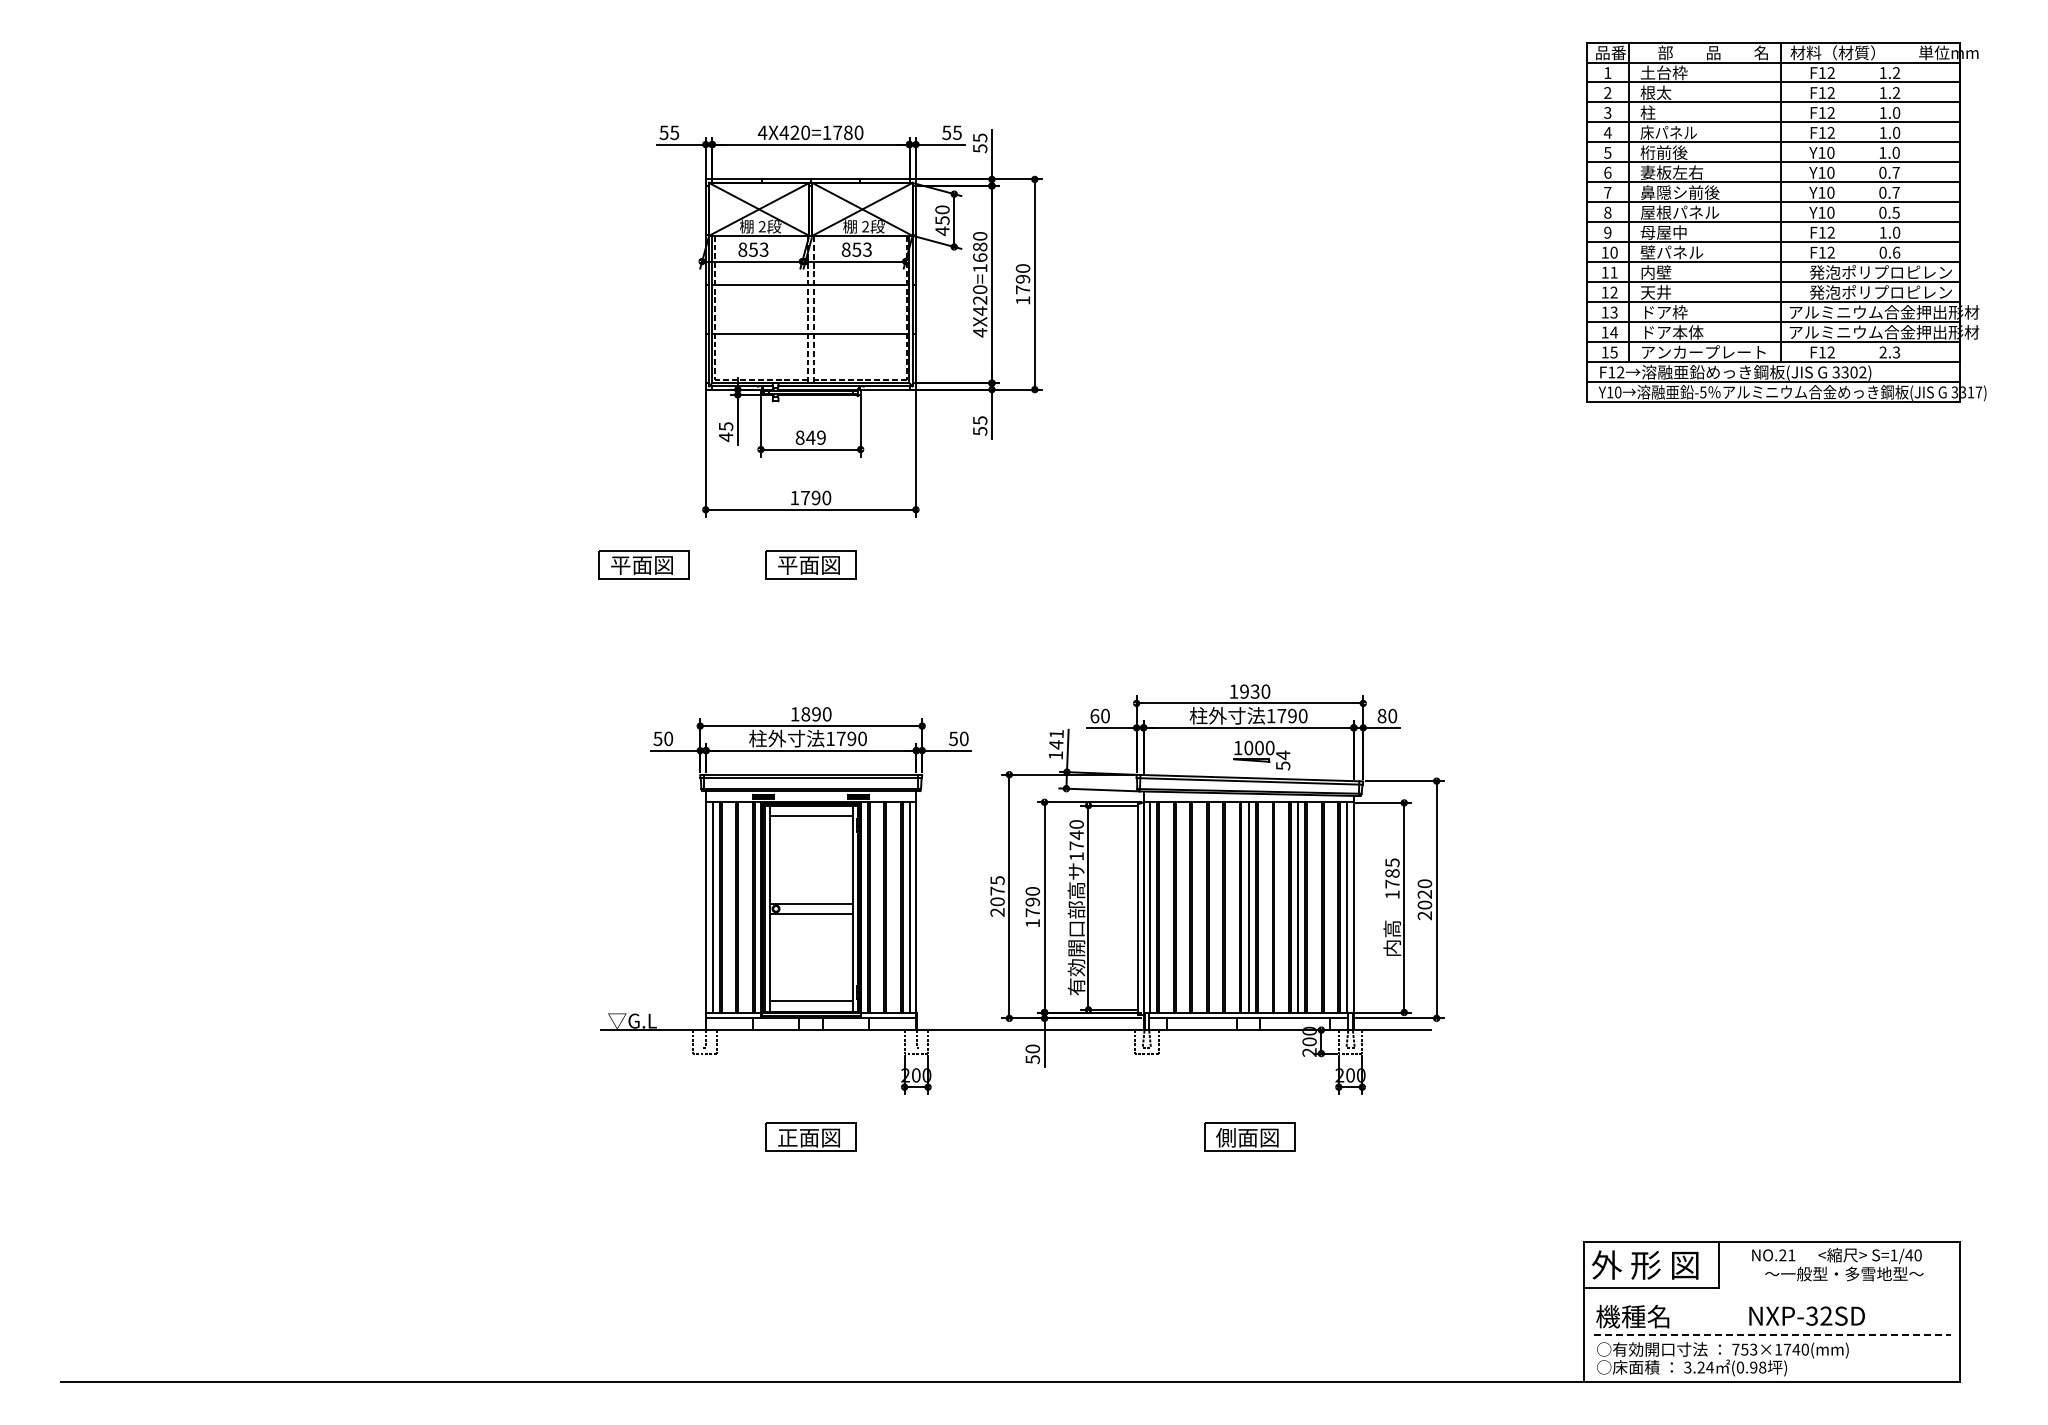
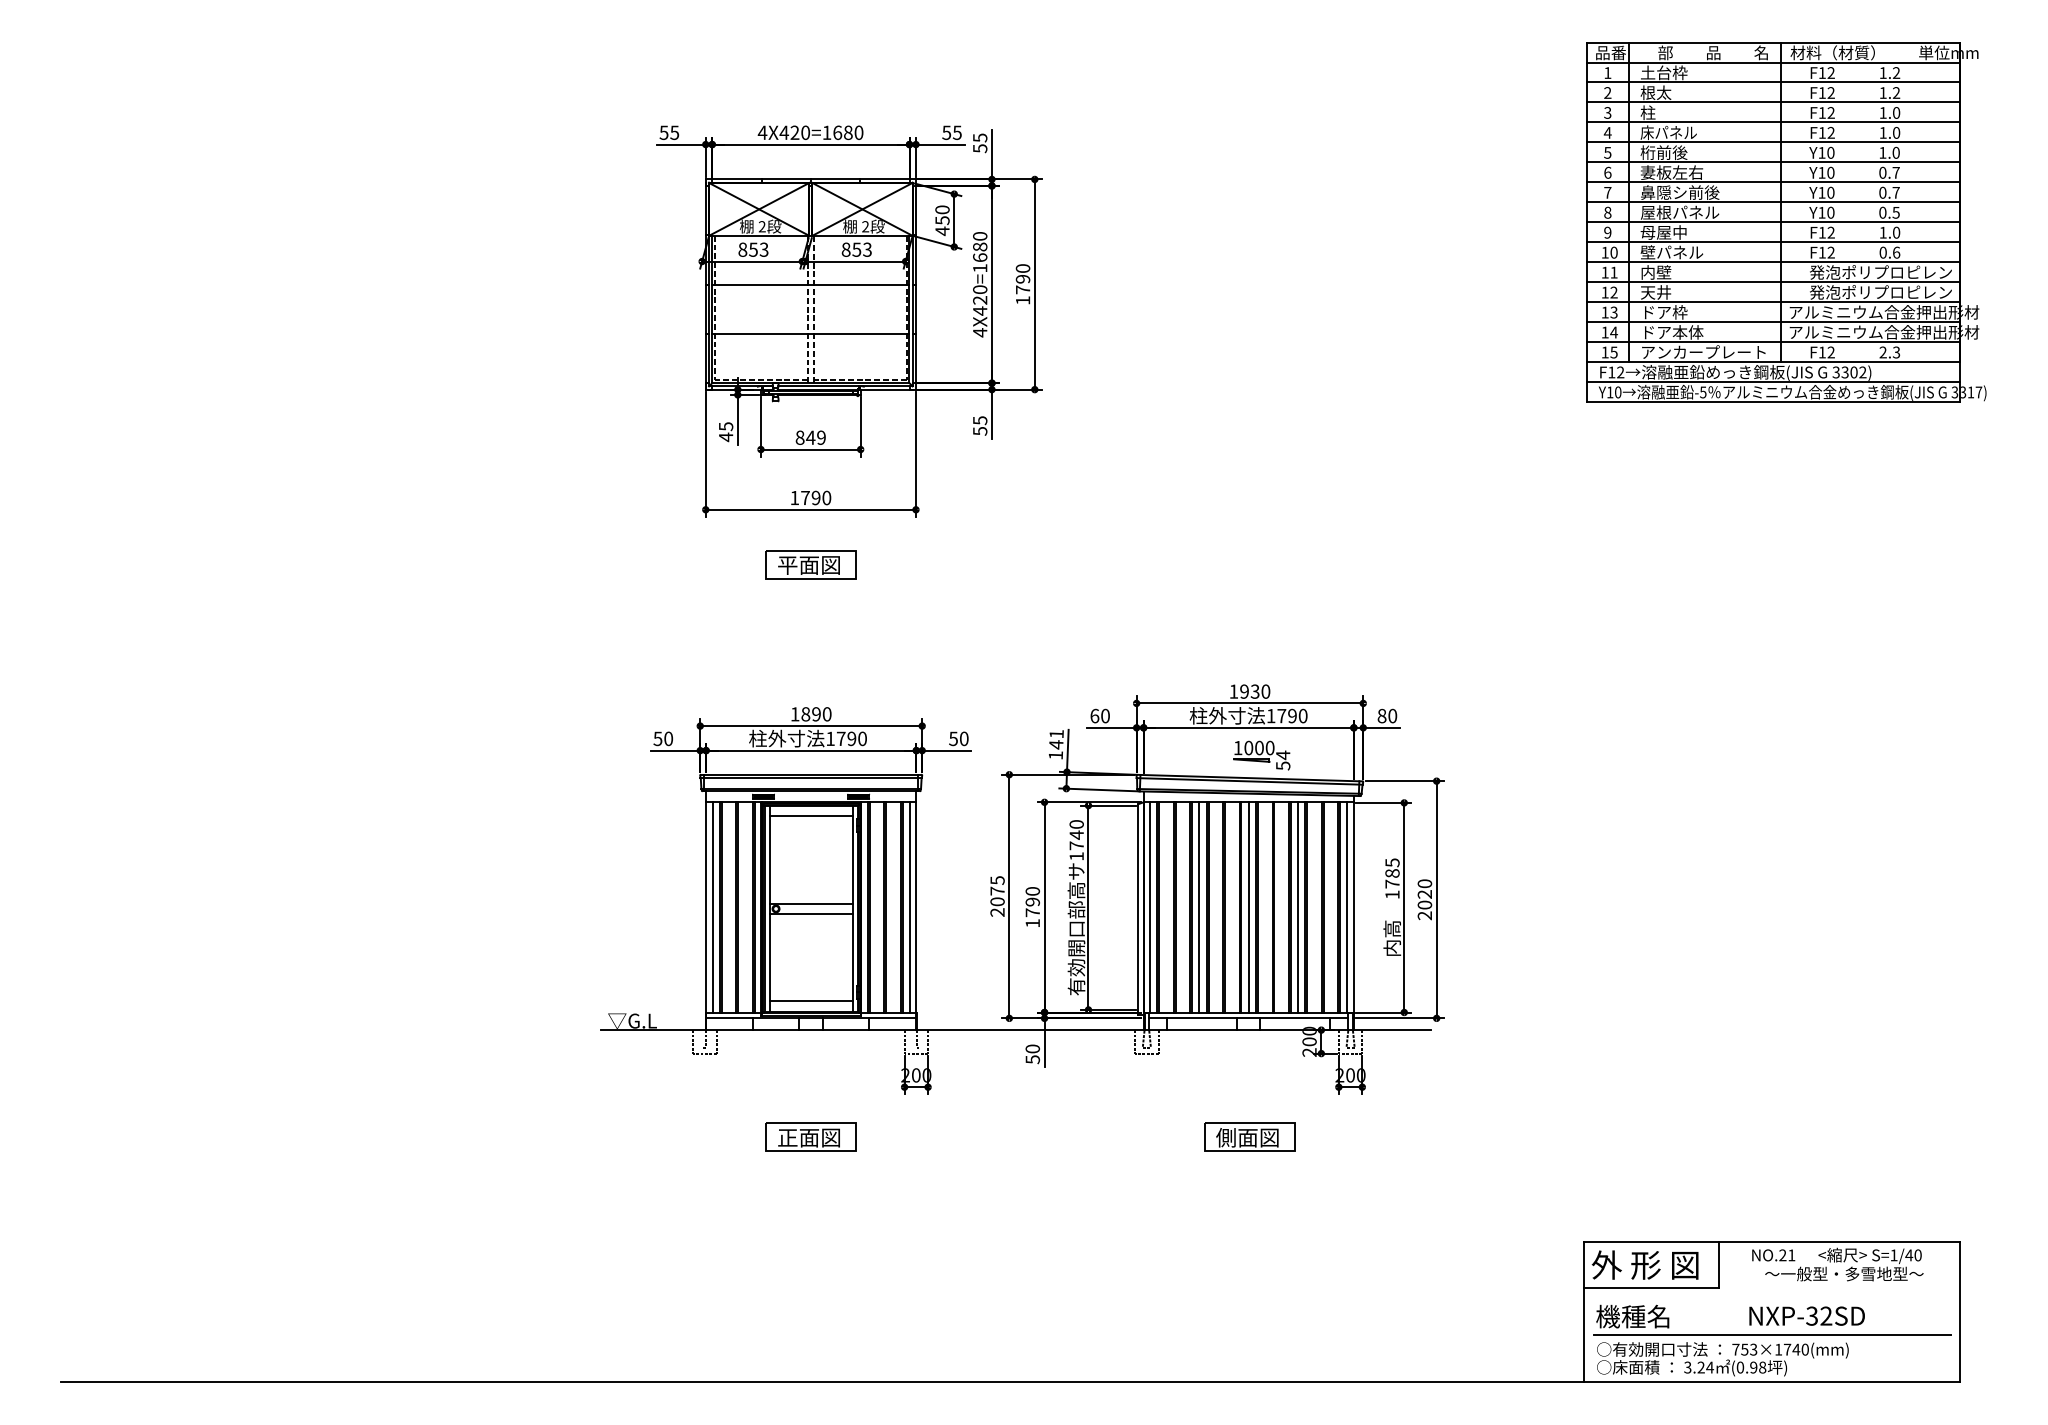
text at (837, 132): 4X420=1780 -> 4X420=1680
part at (643, 564): present -> none
line at (1199, 907): none -> present
line at (1772, 1335): dashed -> solid
